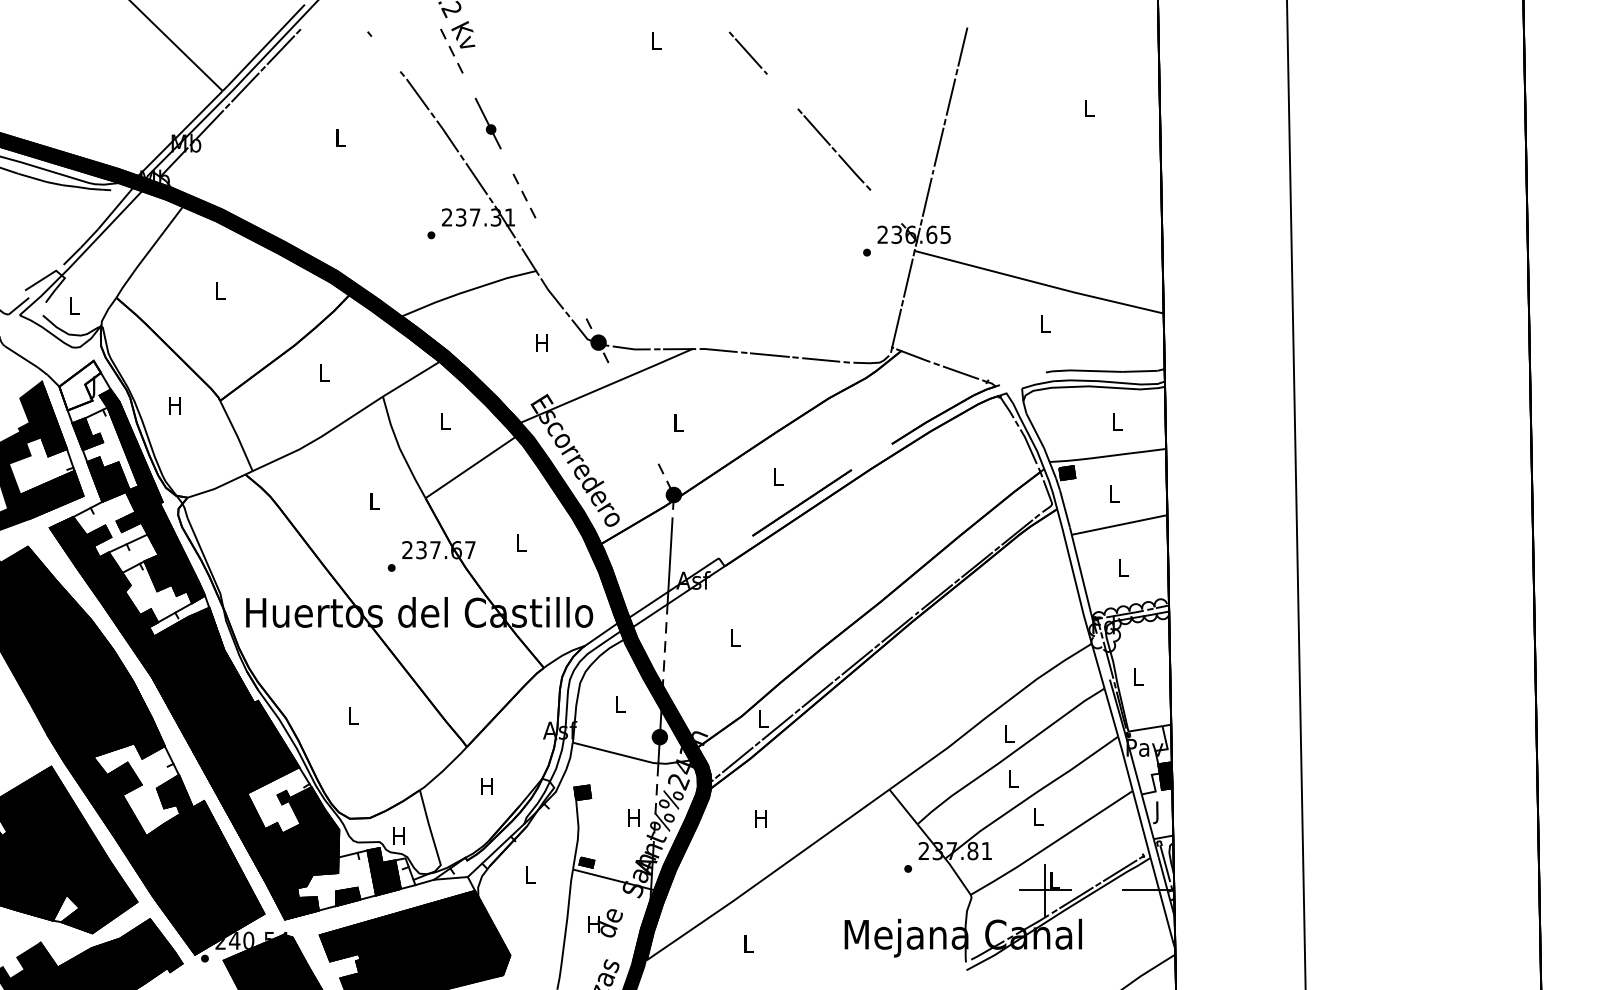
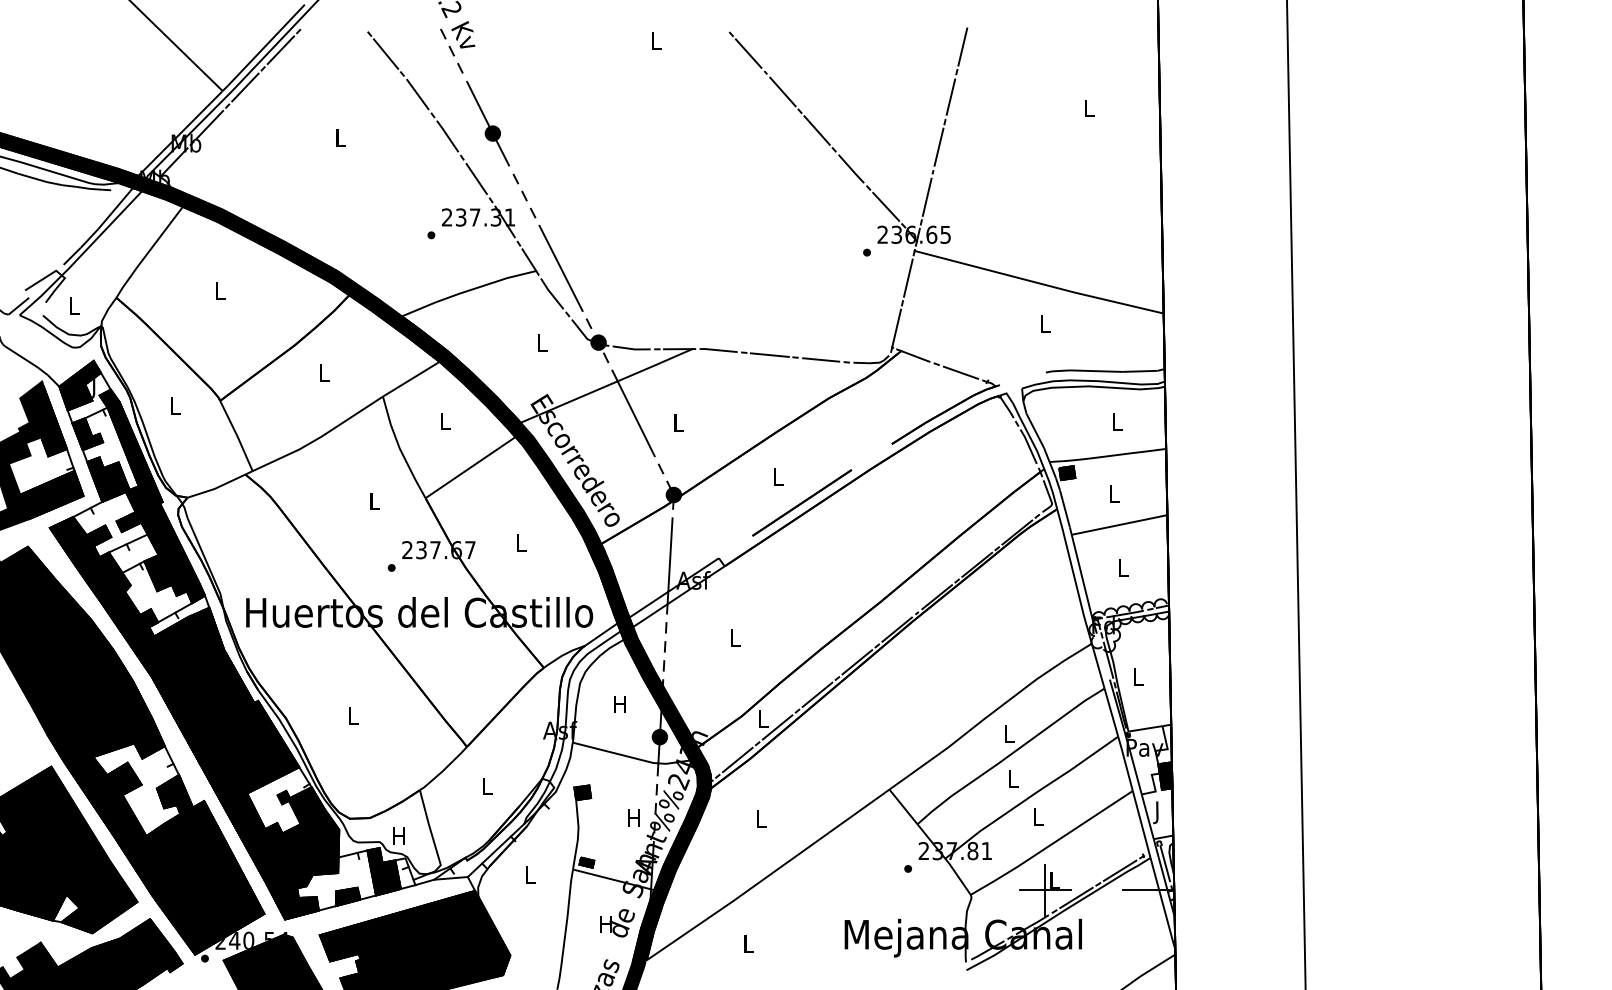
line at (385, 53): none -> present
line at (782, 91): none -> present
part at (487, 123) size: 28x53 px -> 45x87 px
line at (886, 206): none -> present
line at (560, 267): none -> present
text at (541, 342): H -> L
fill at (80, 385): none -> present
text at (174, 405): H -> L
line at (633, 413): none -> present
text at (619, 704): L -> H
text at (486, 786): H -> L
text at (760, 818): H -> L
text at (605, 923) position: (605, 923) -> (617, 923)
